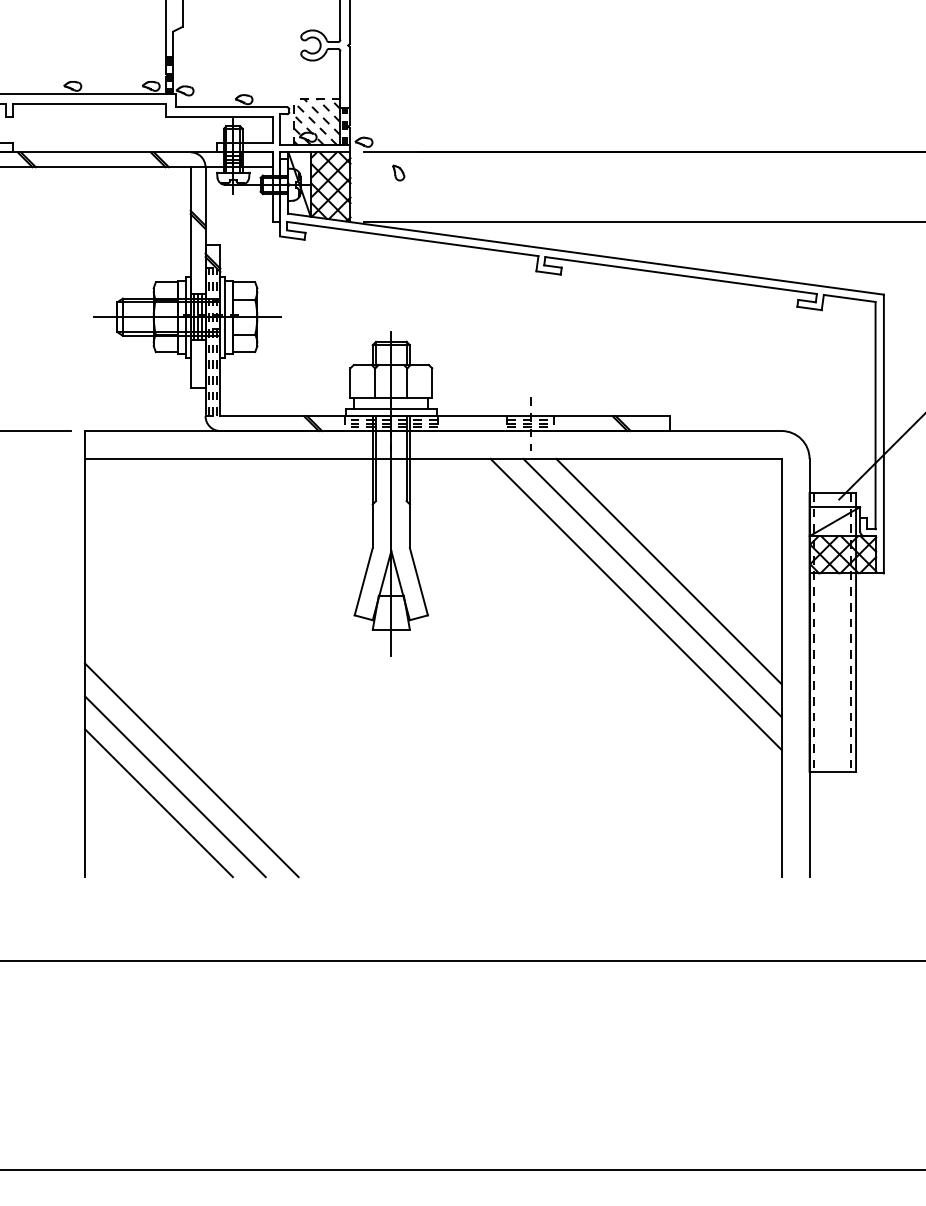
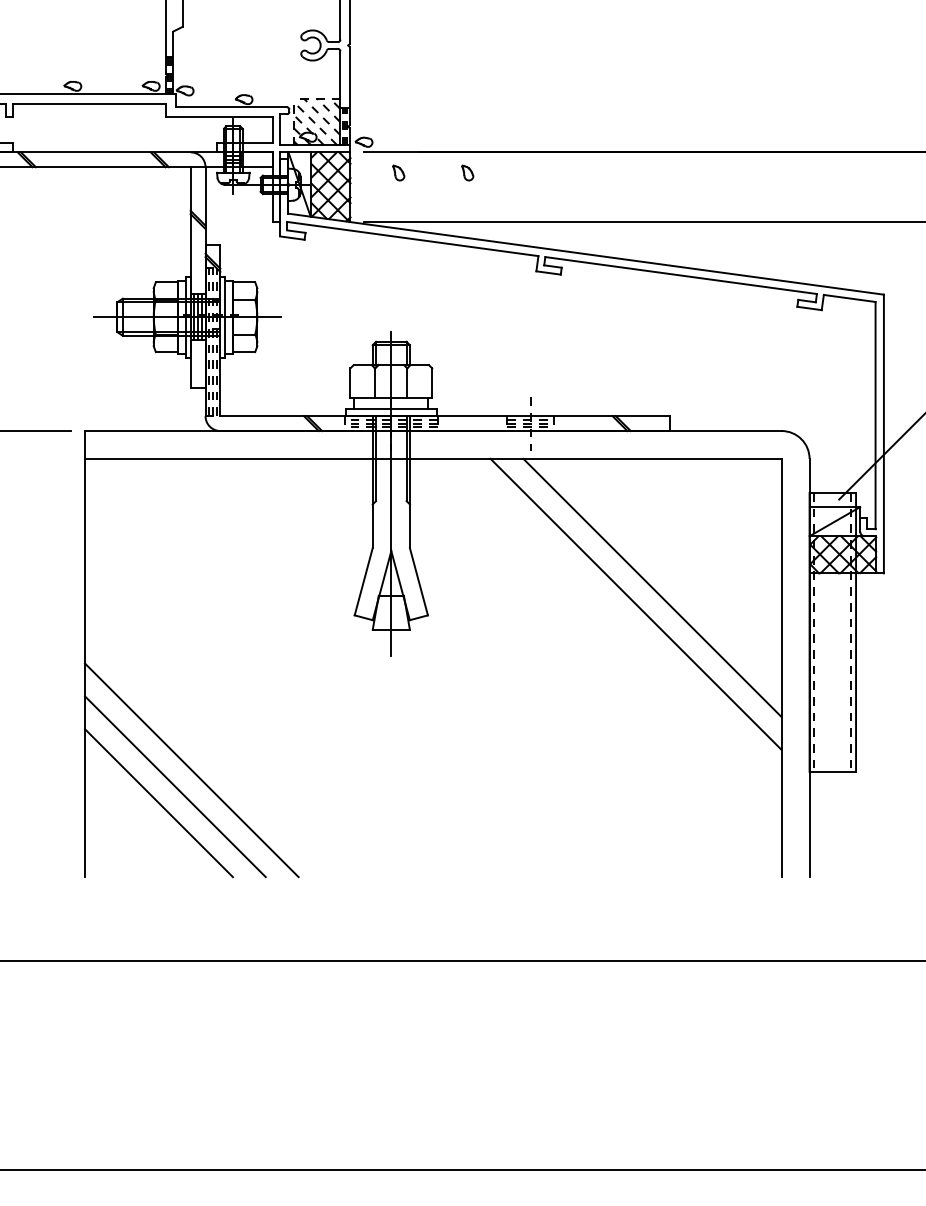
part at (467, 172): none -> present
line at (668, 571): present -> none
